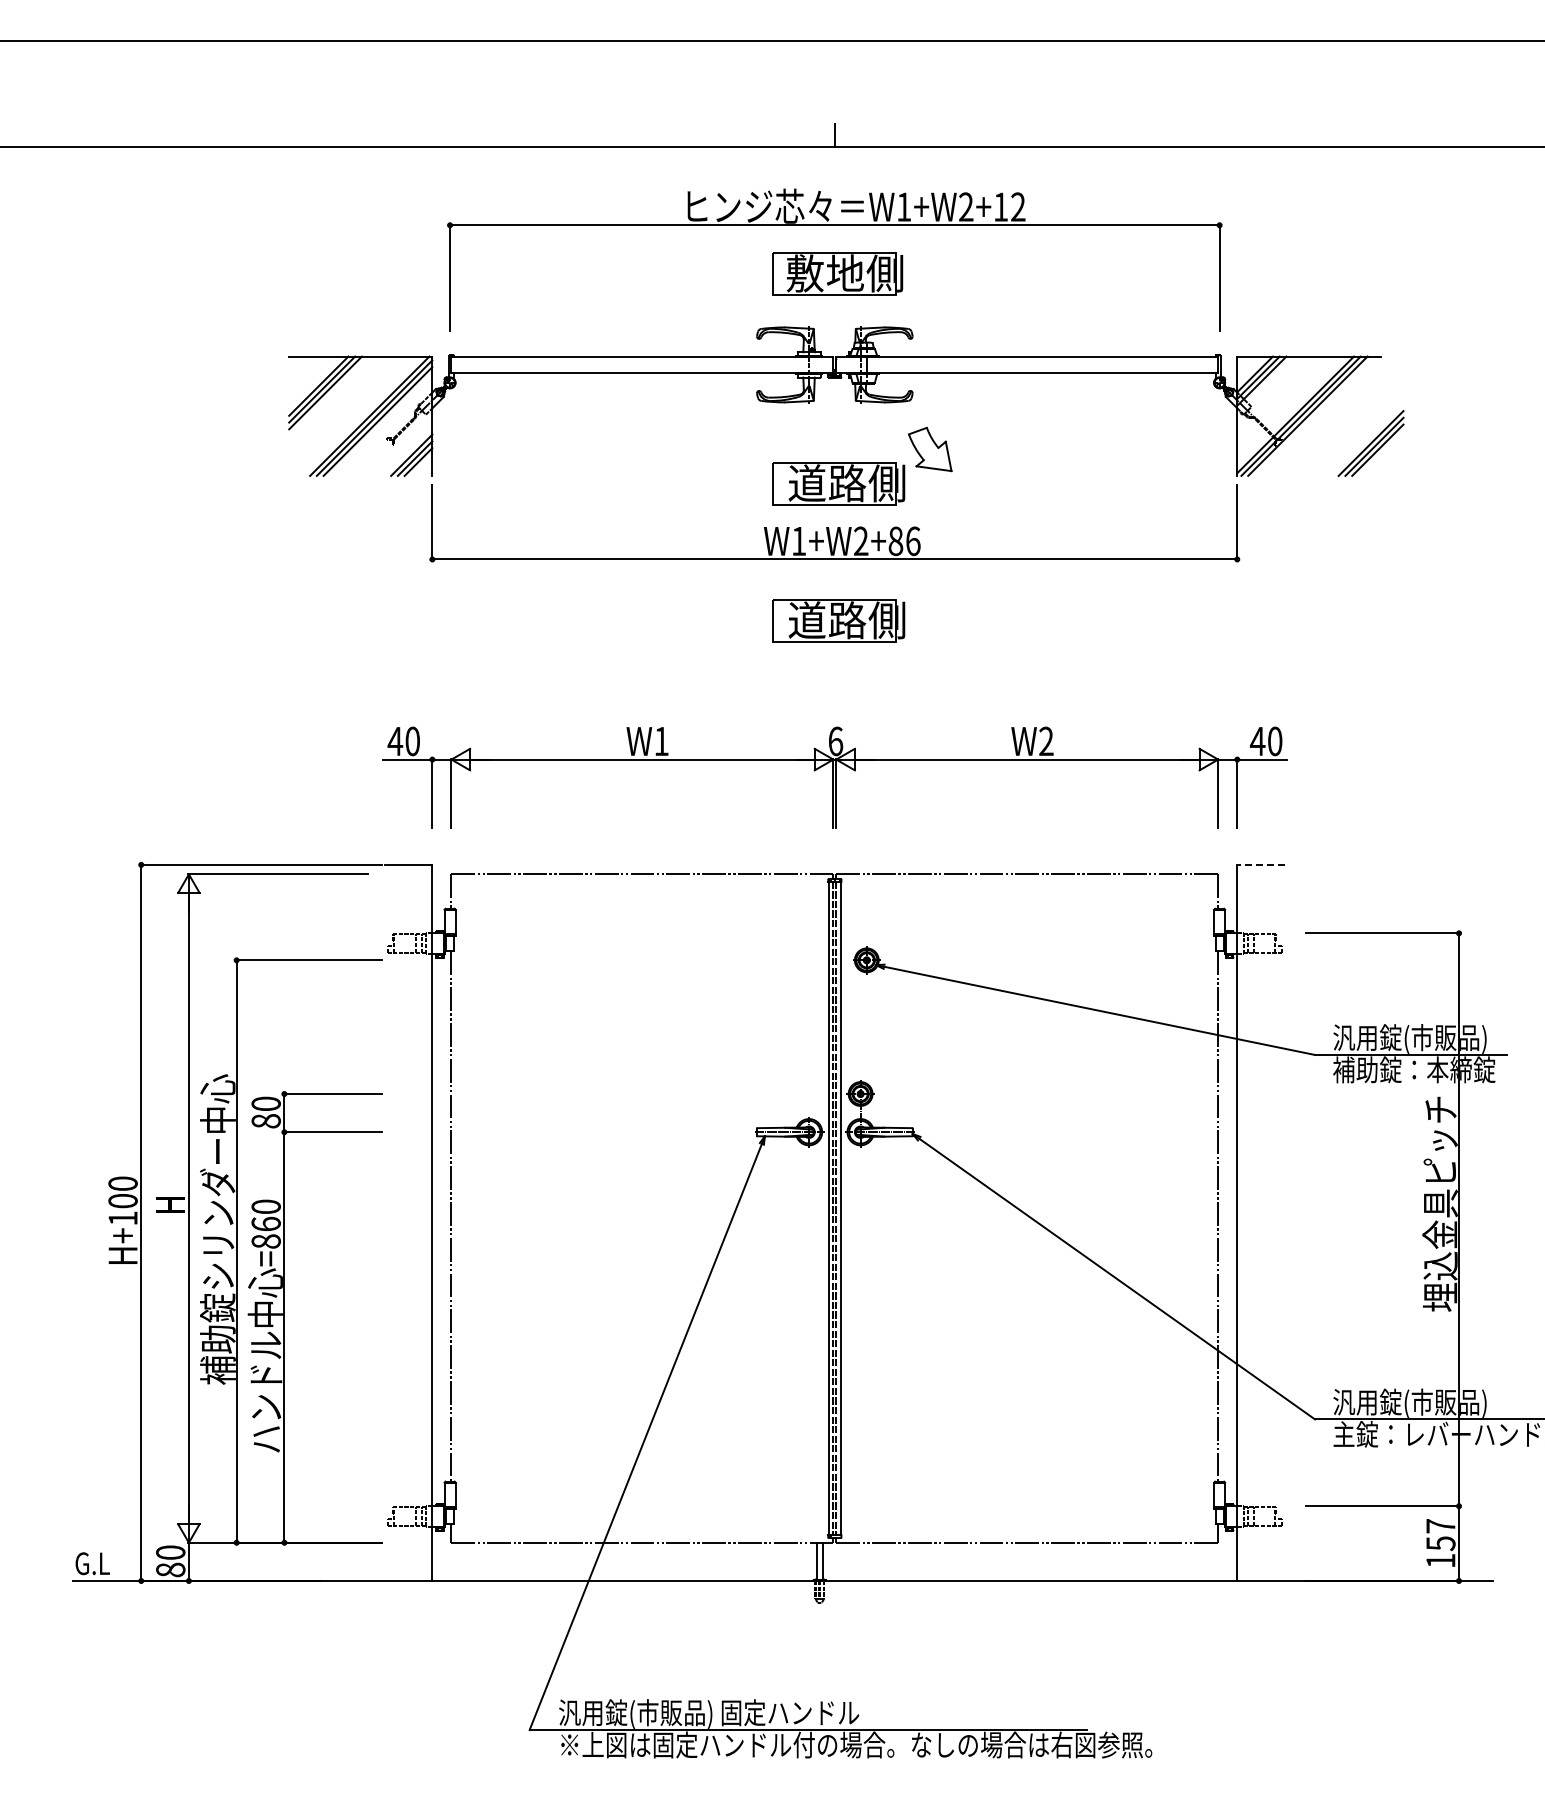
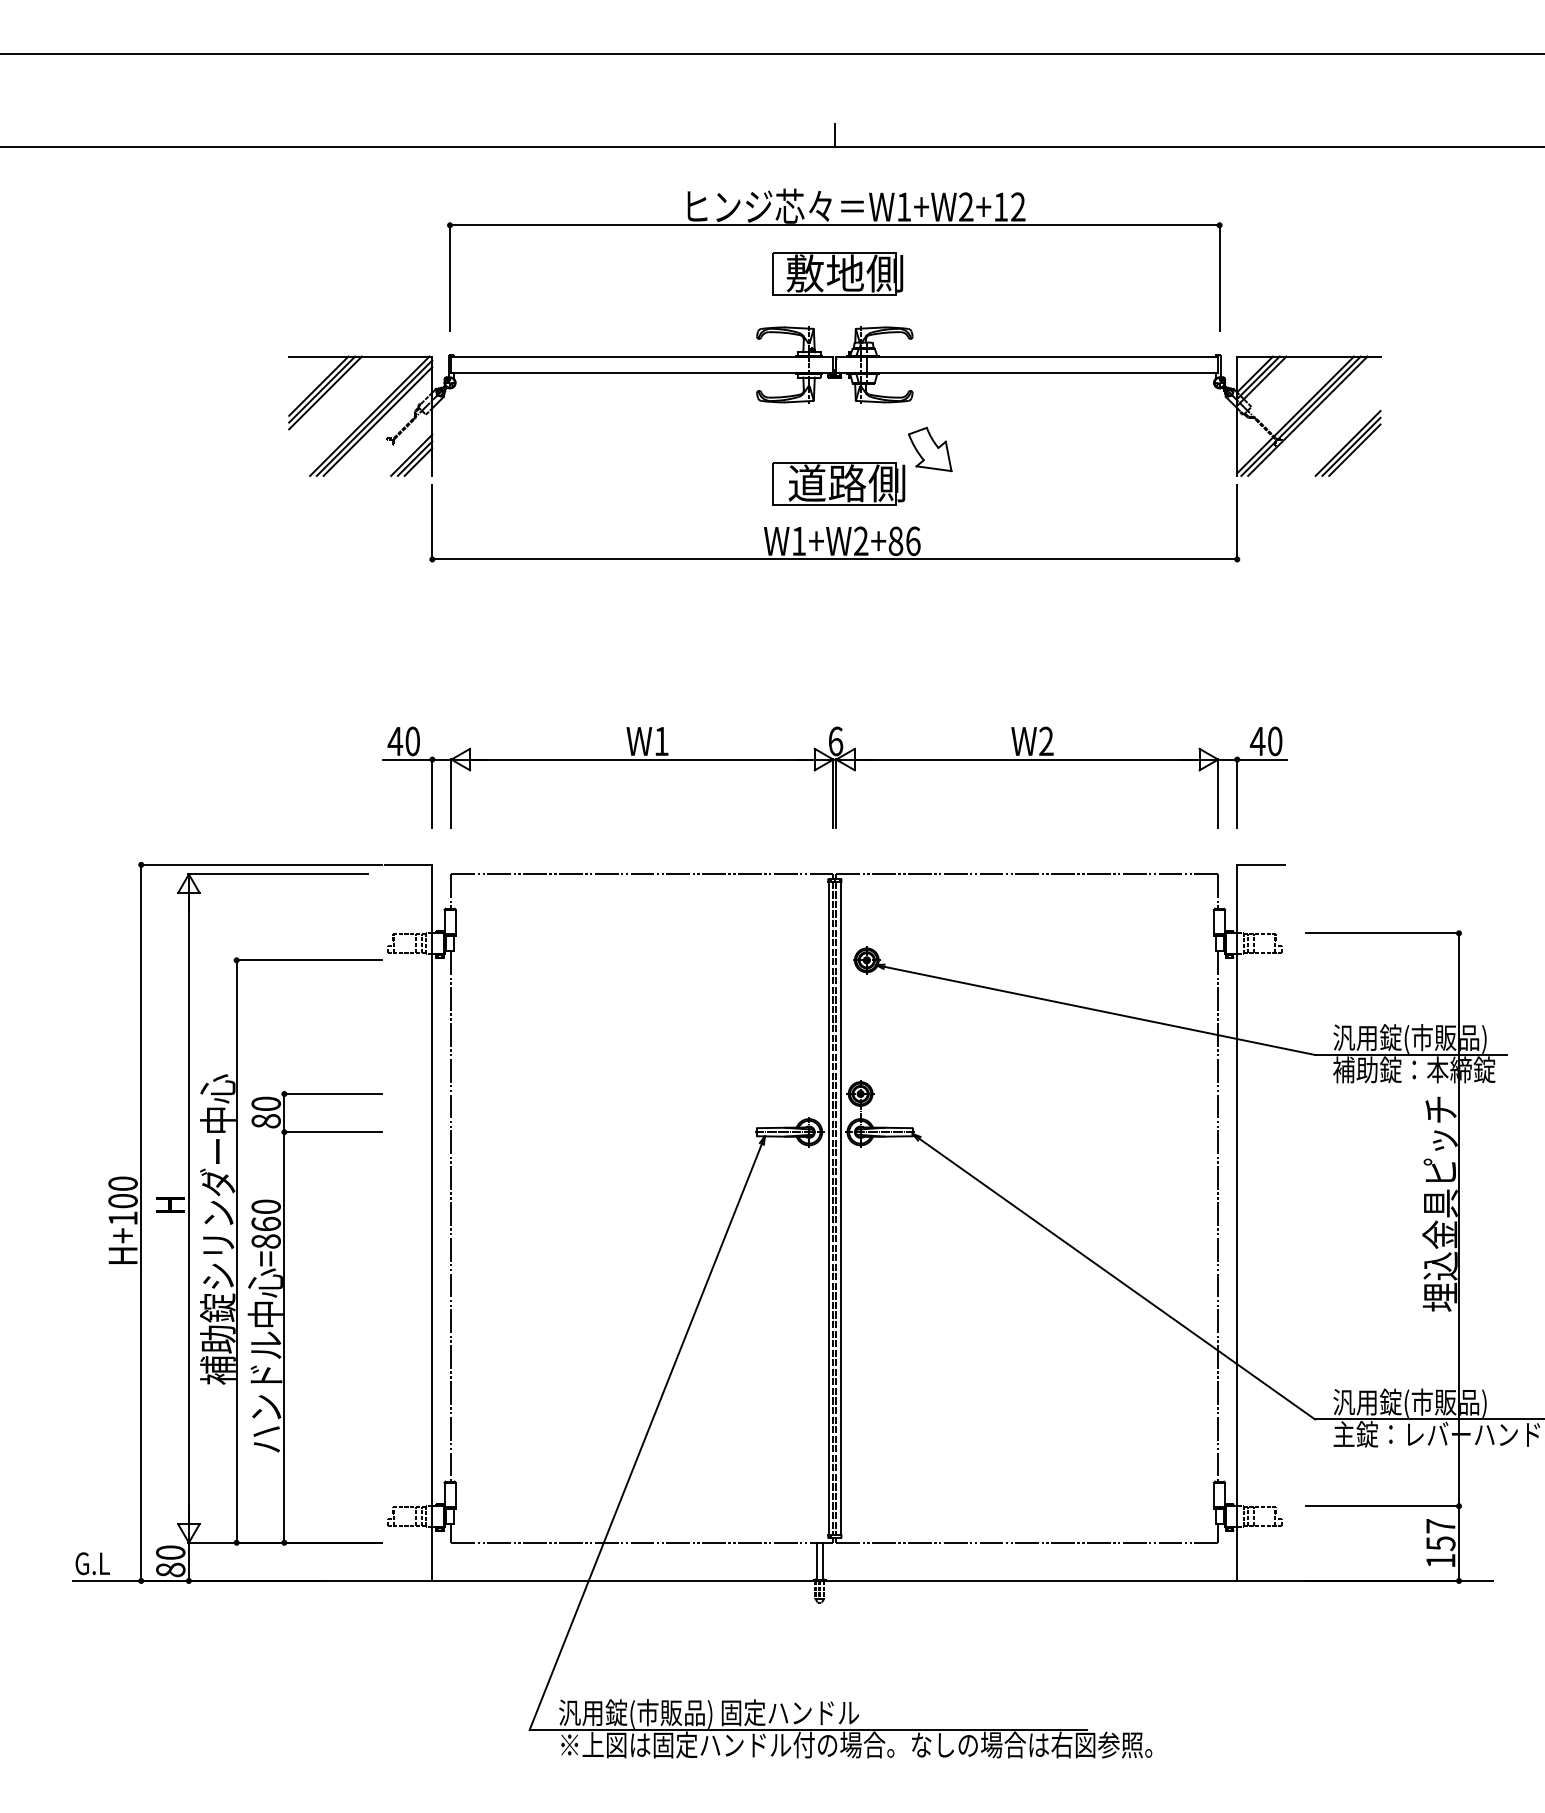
line at (771, 41) position: (771, 41) -> (771, 54)
part at (1370, 443) position: (1370, 443) -> (1347, 443)
part at (838, 620): present -> none
line at (1261, 864): dashed -> solid
